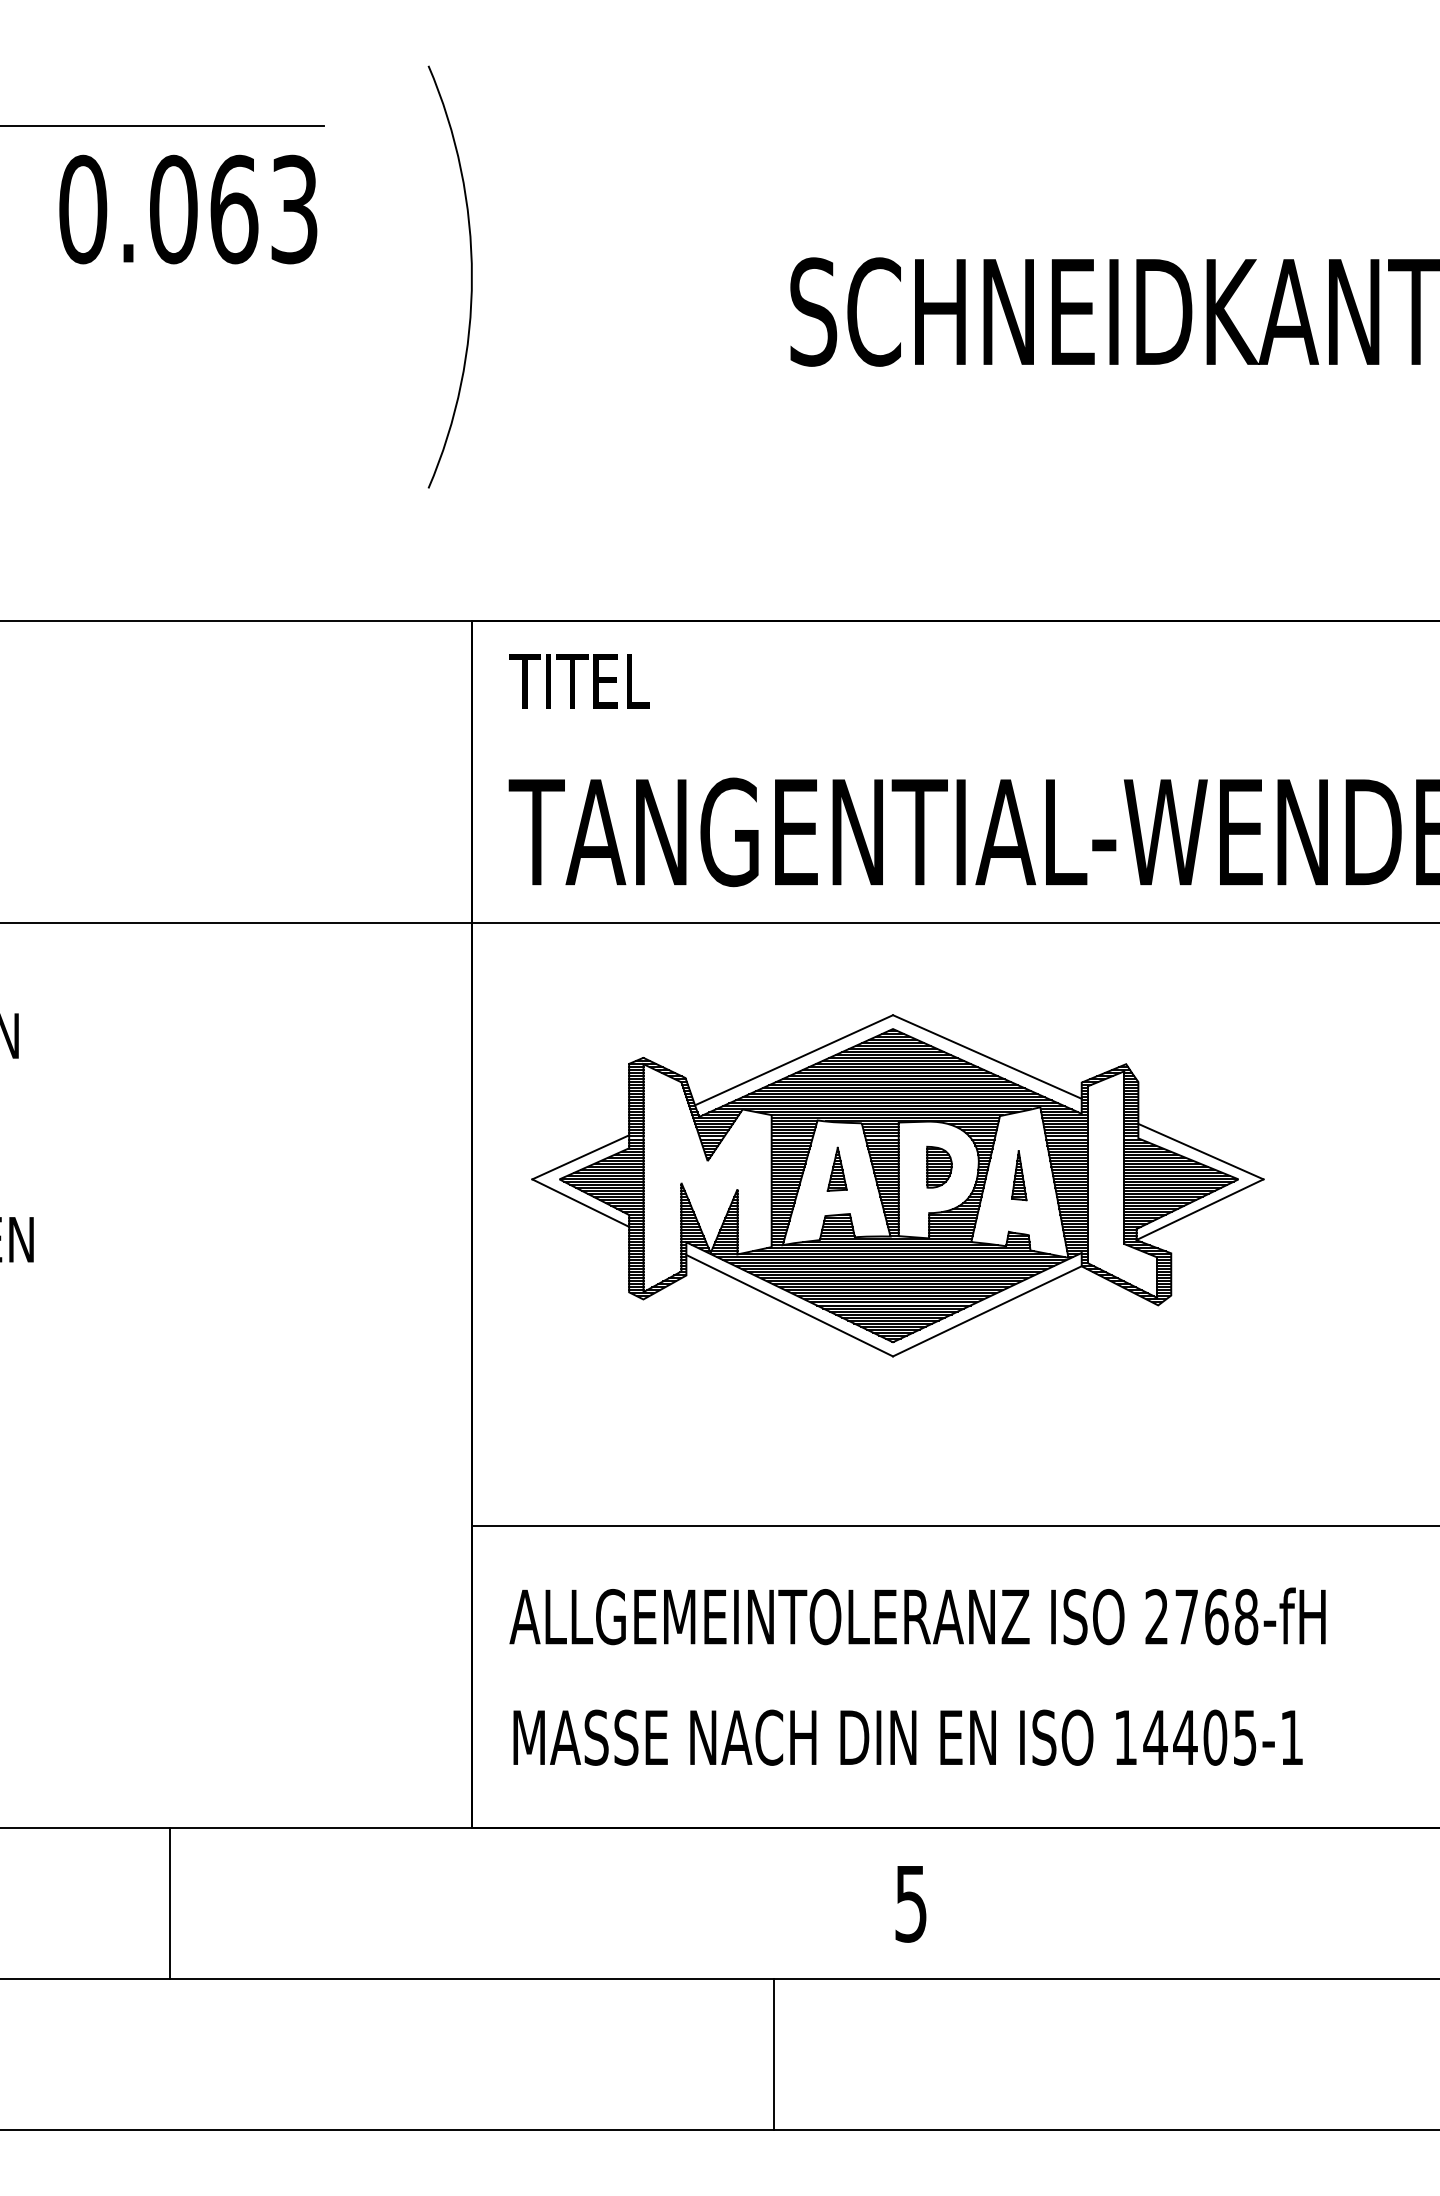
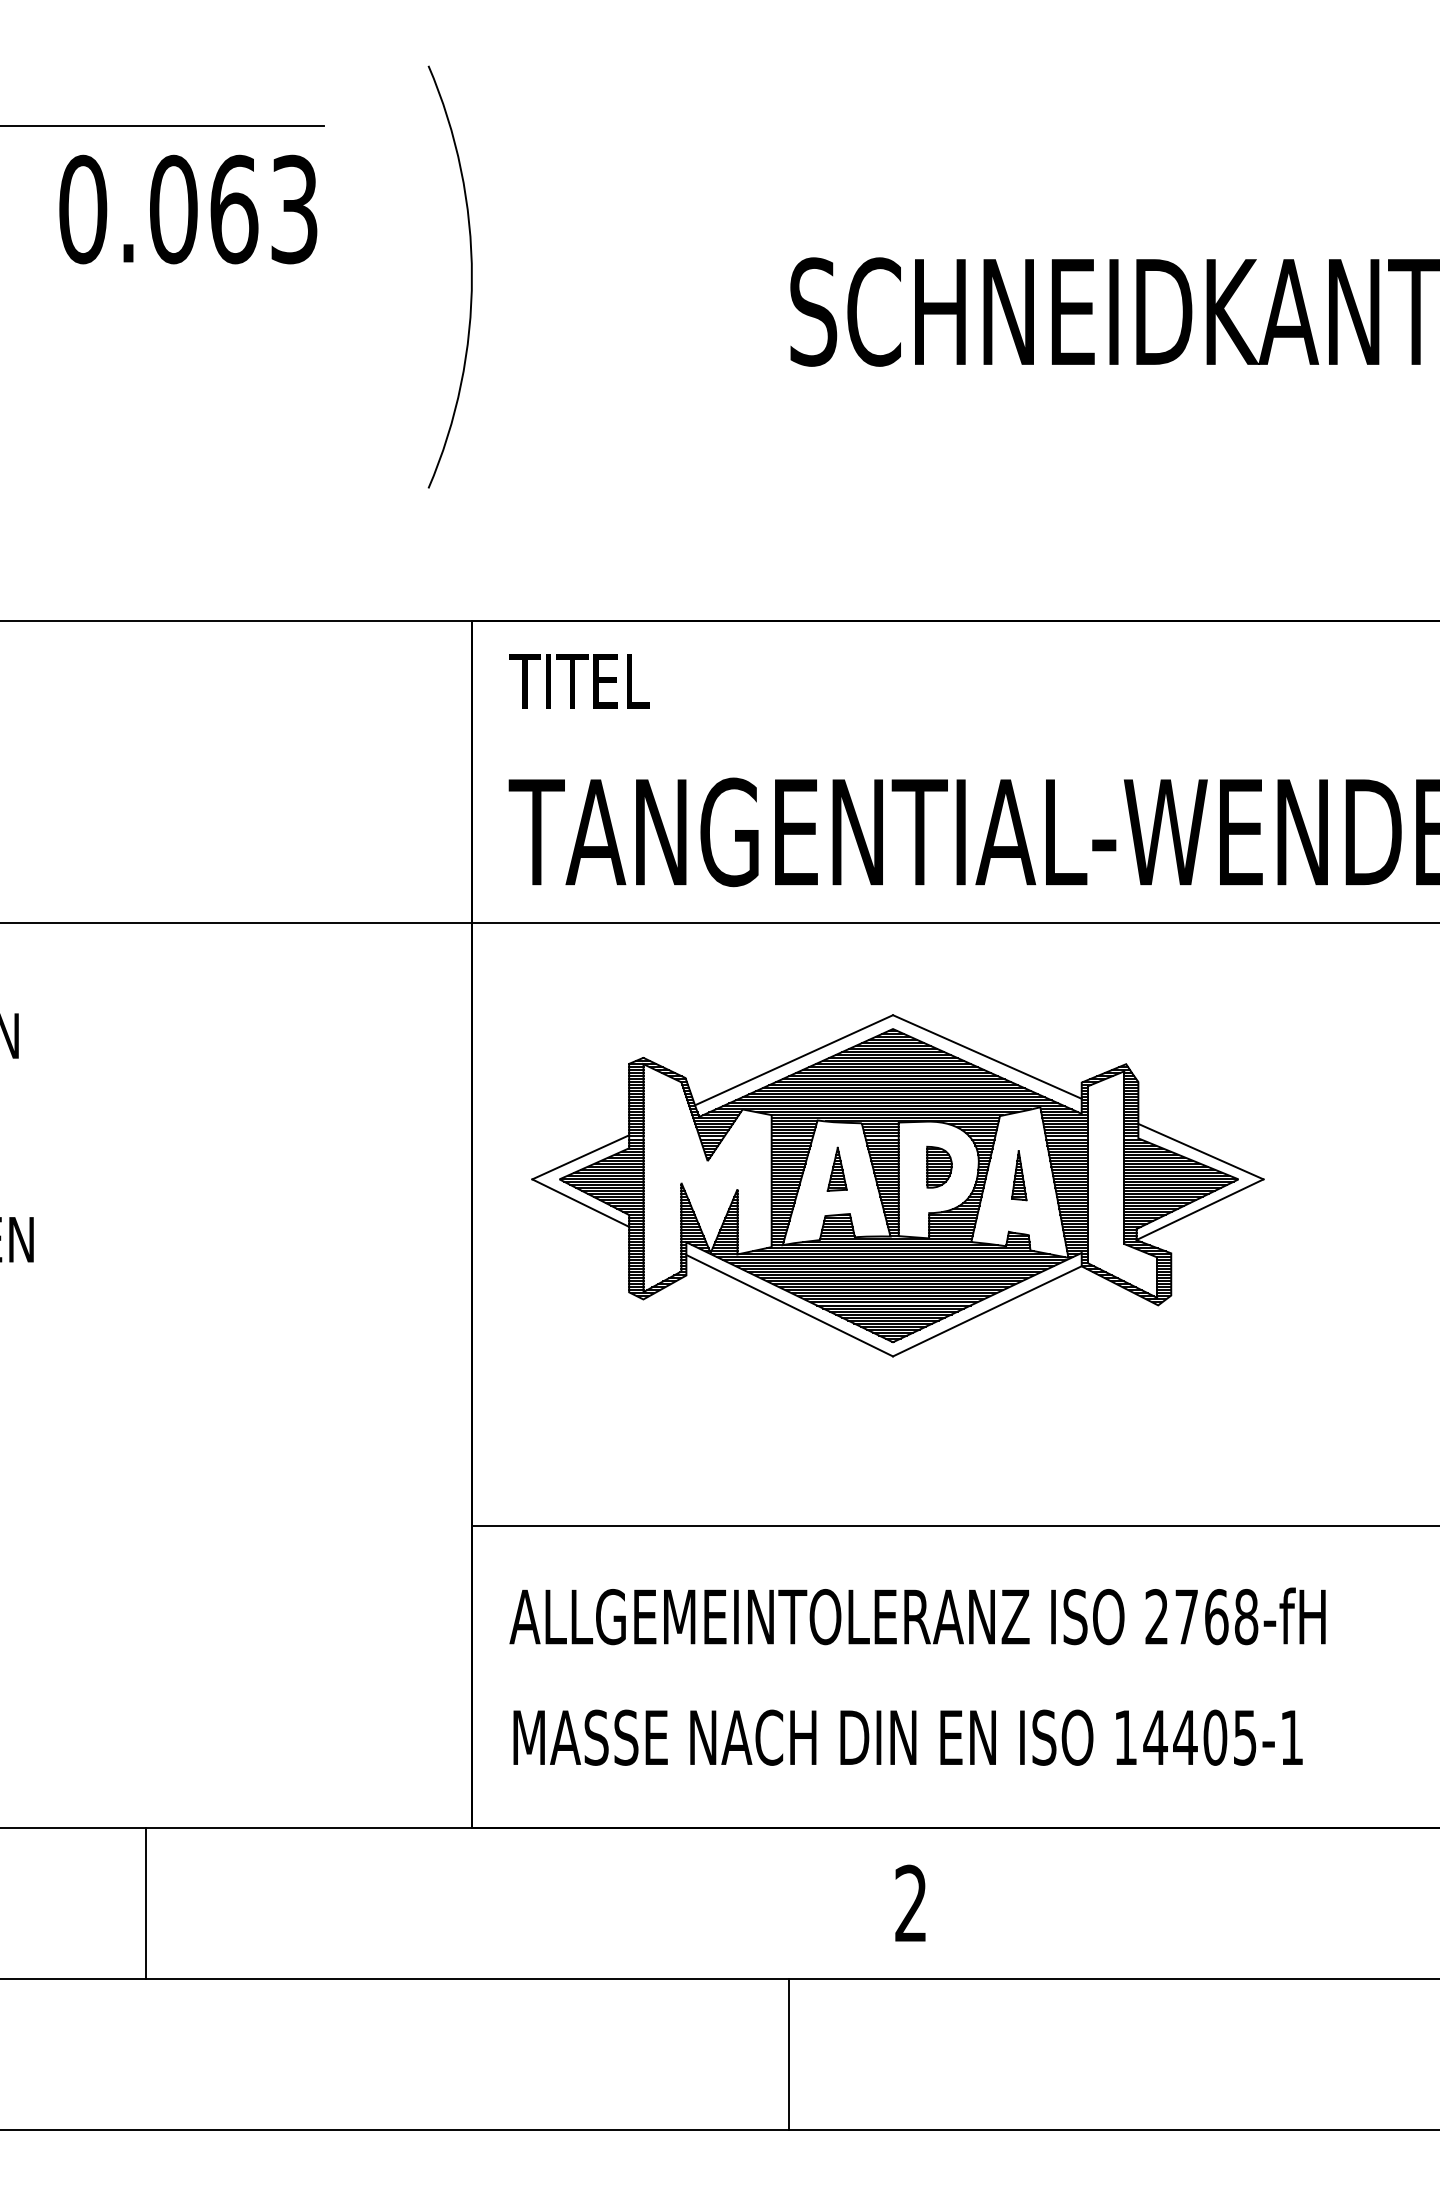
line at (170, 1903) position: (170, 1903) -> (146, 1903)
text at (910, 1903): 5 -> 2
line at (773, 2054) position: (773, 2054) -> (788, 2054)
